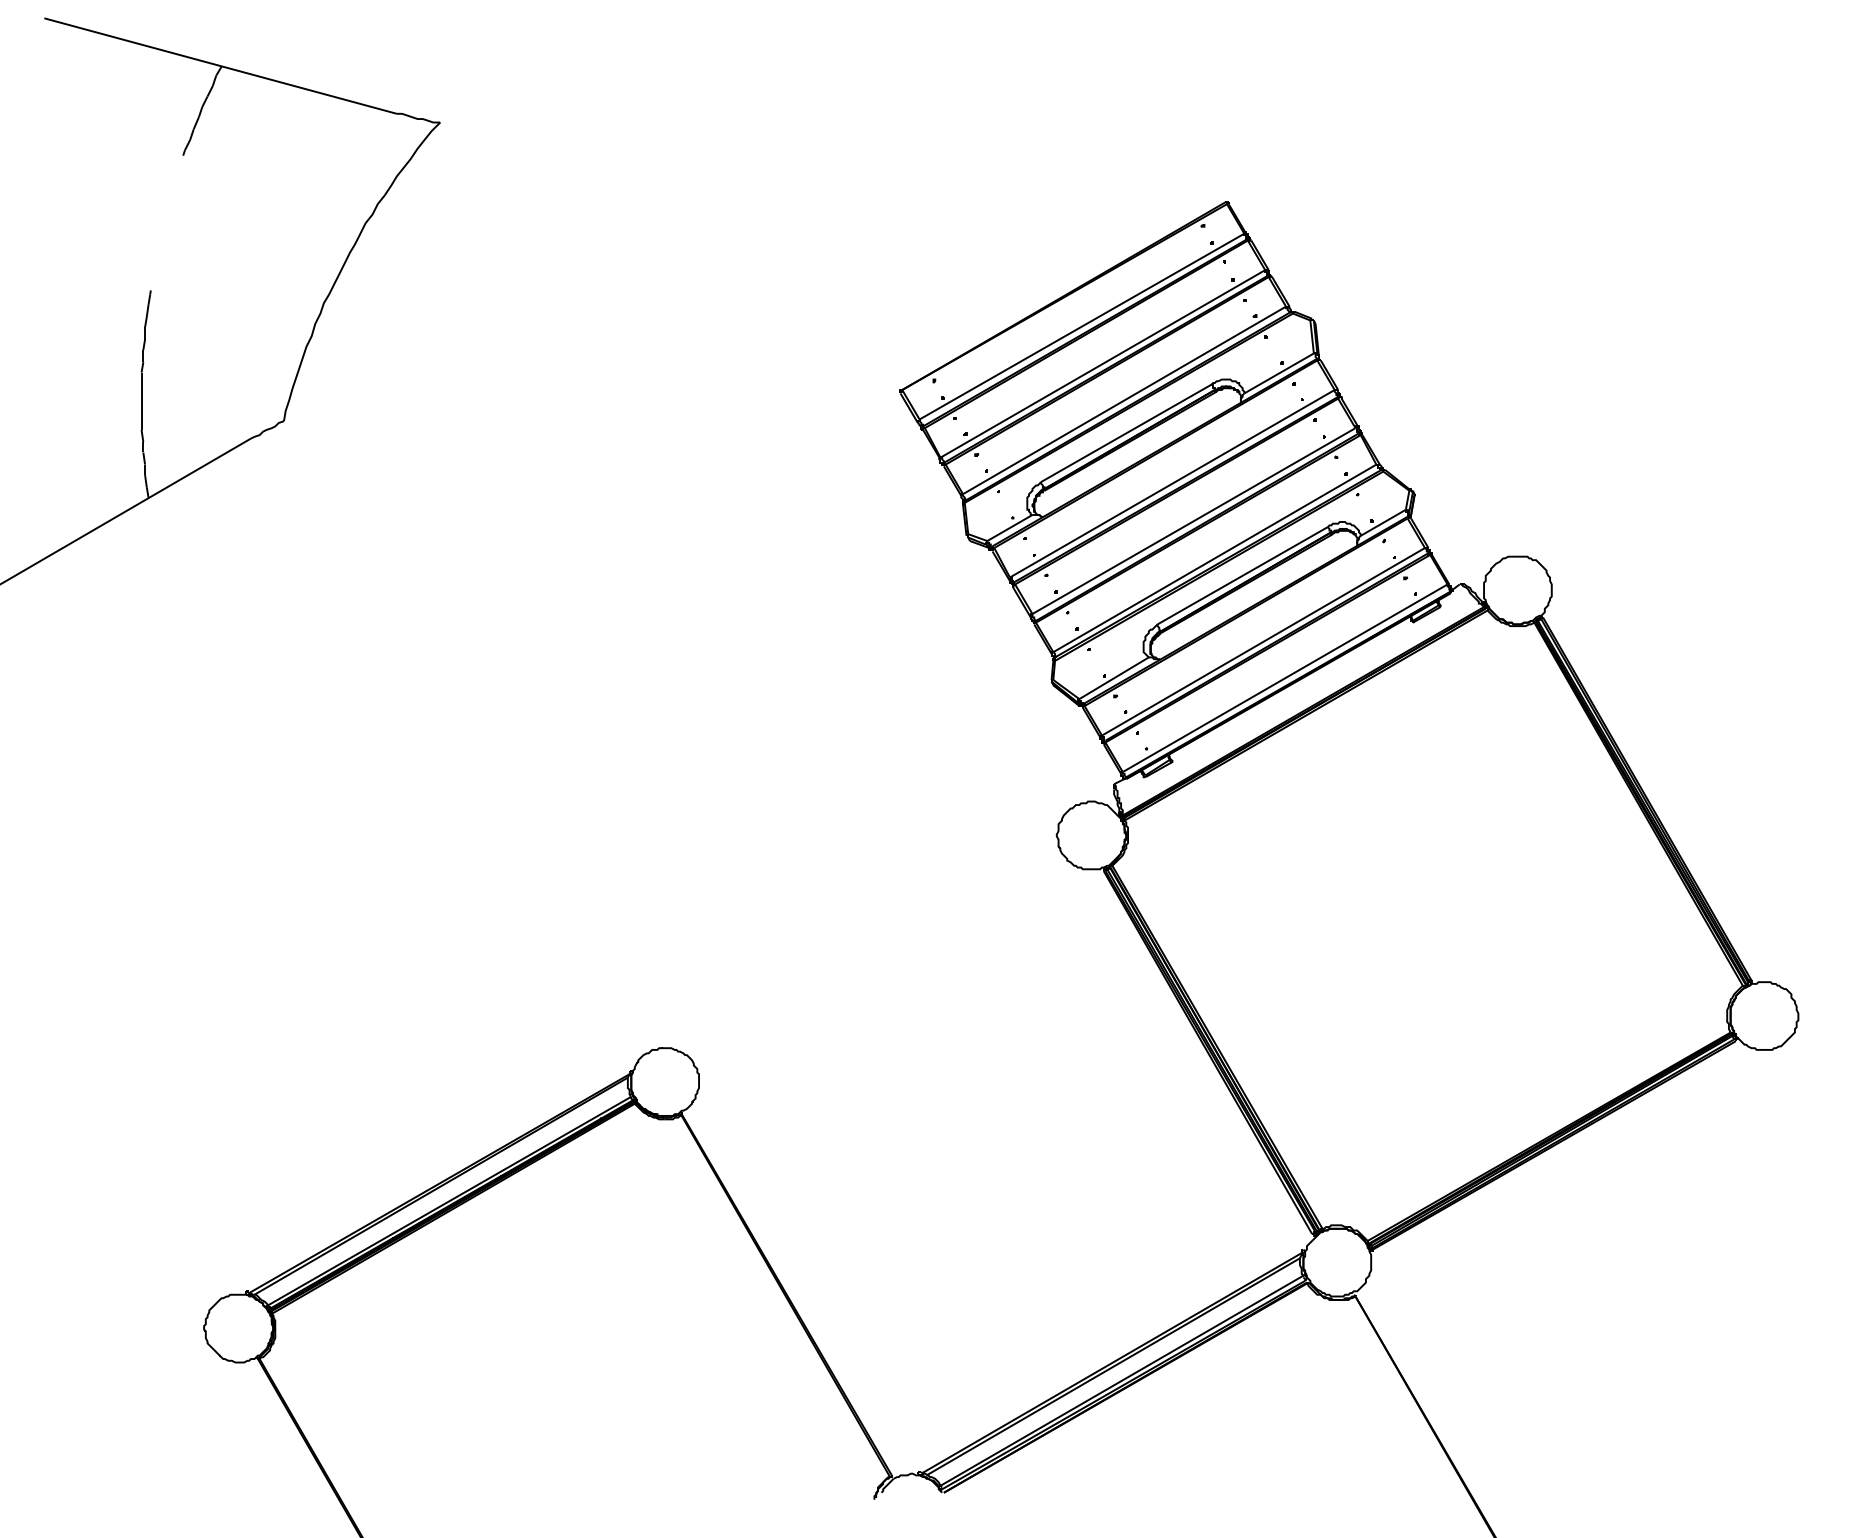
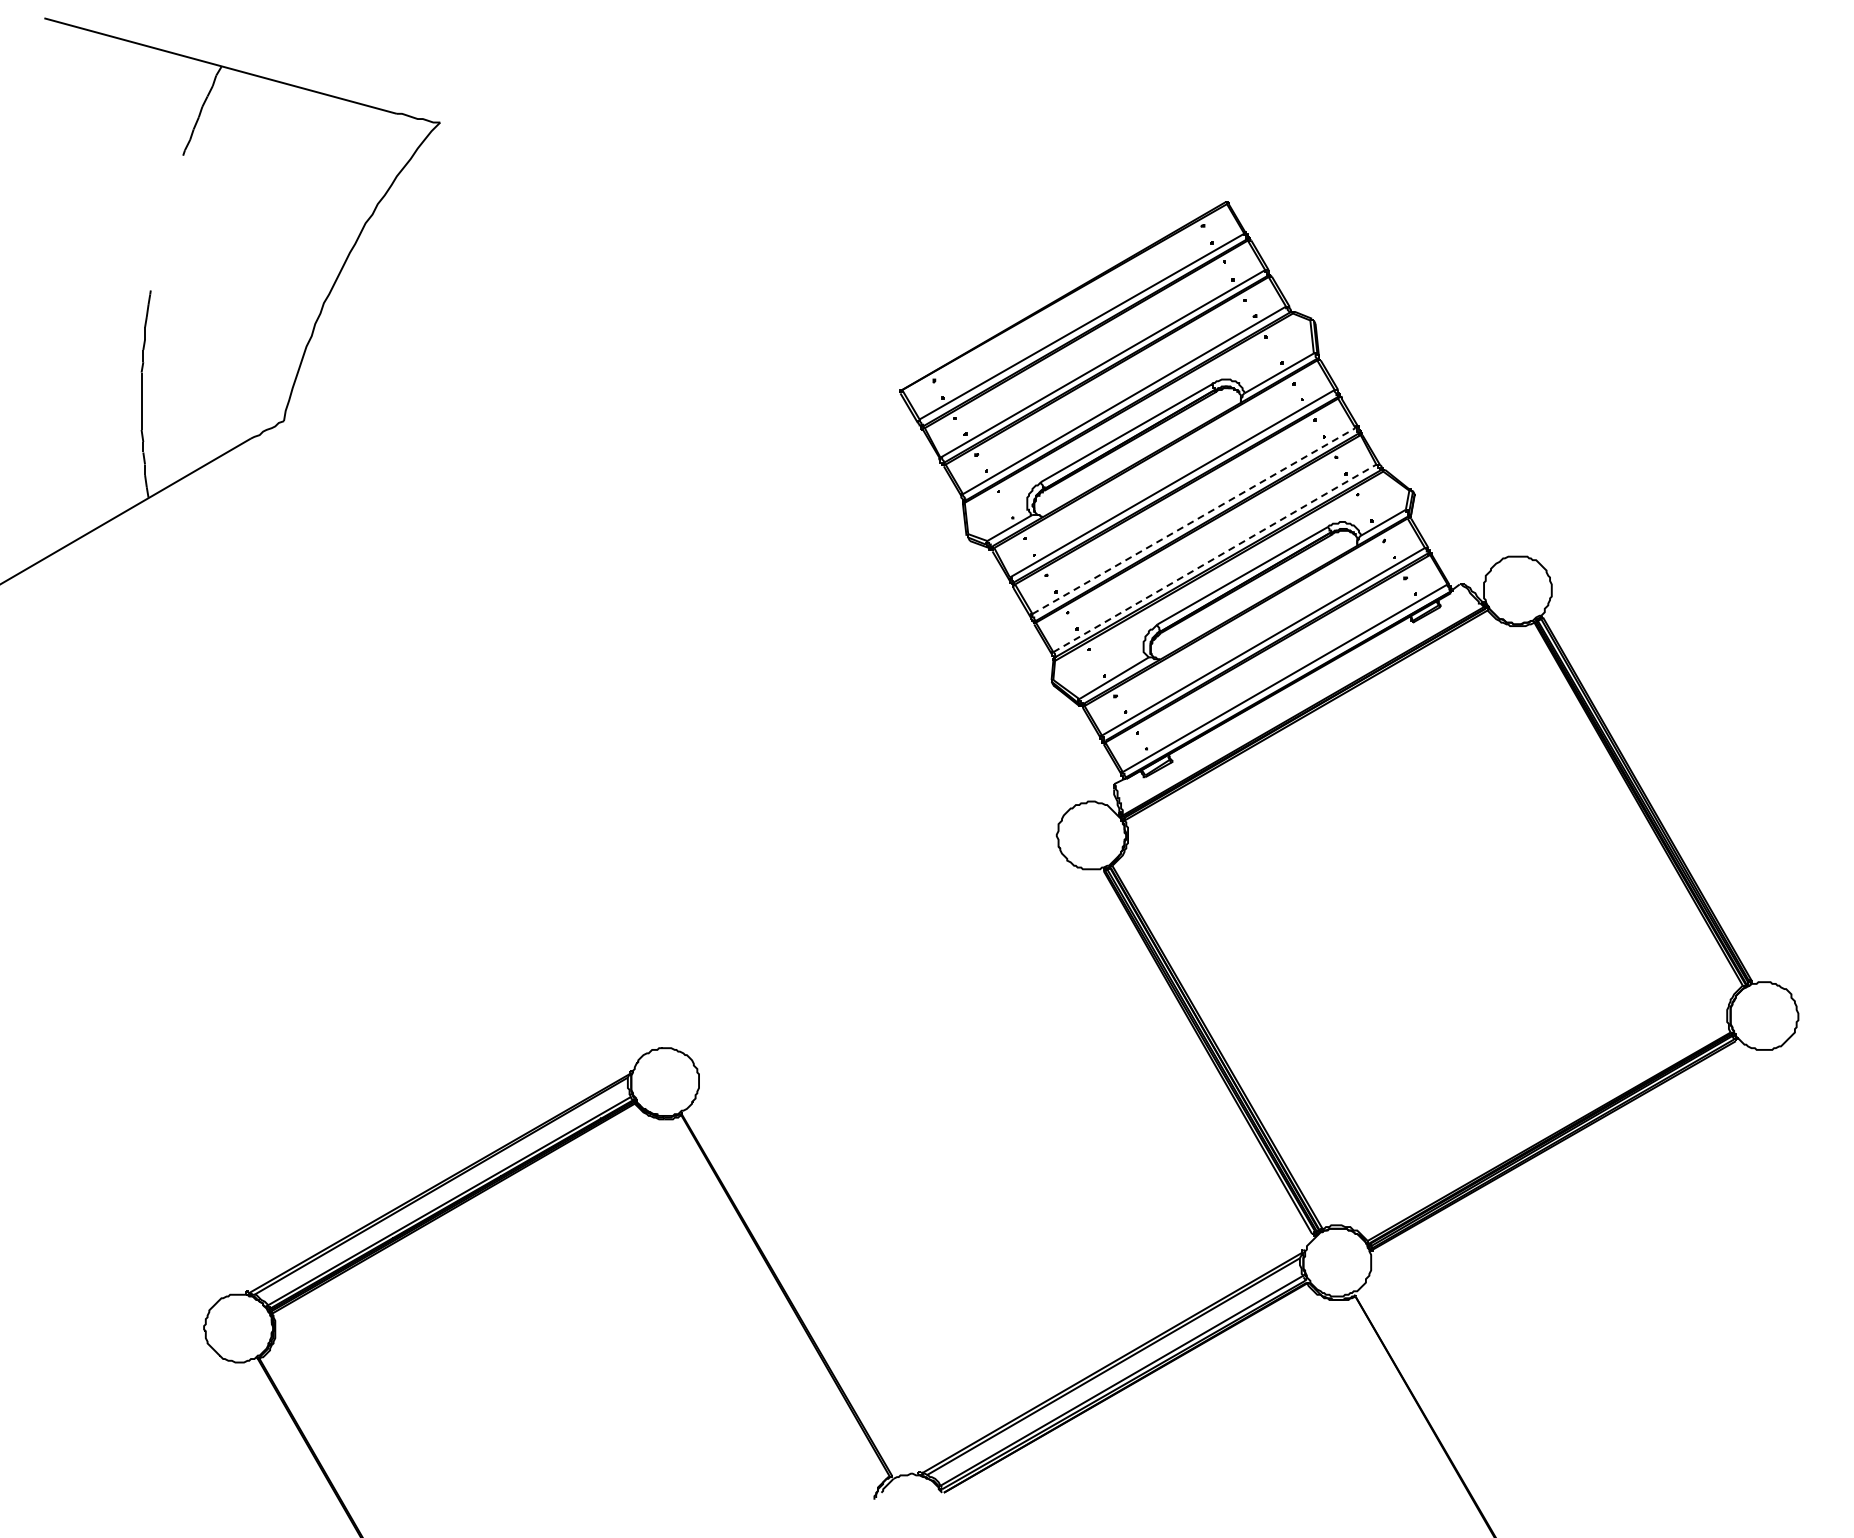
line at (1194, 520): solid -> dashed
line at (1214, 558): solid -> dashed
